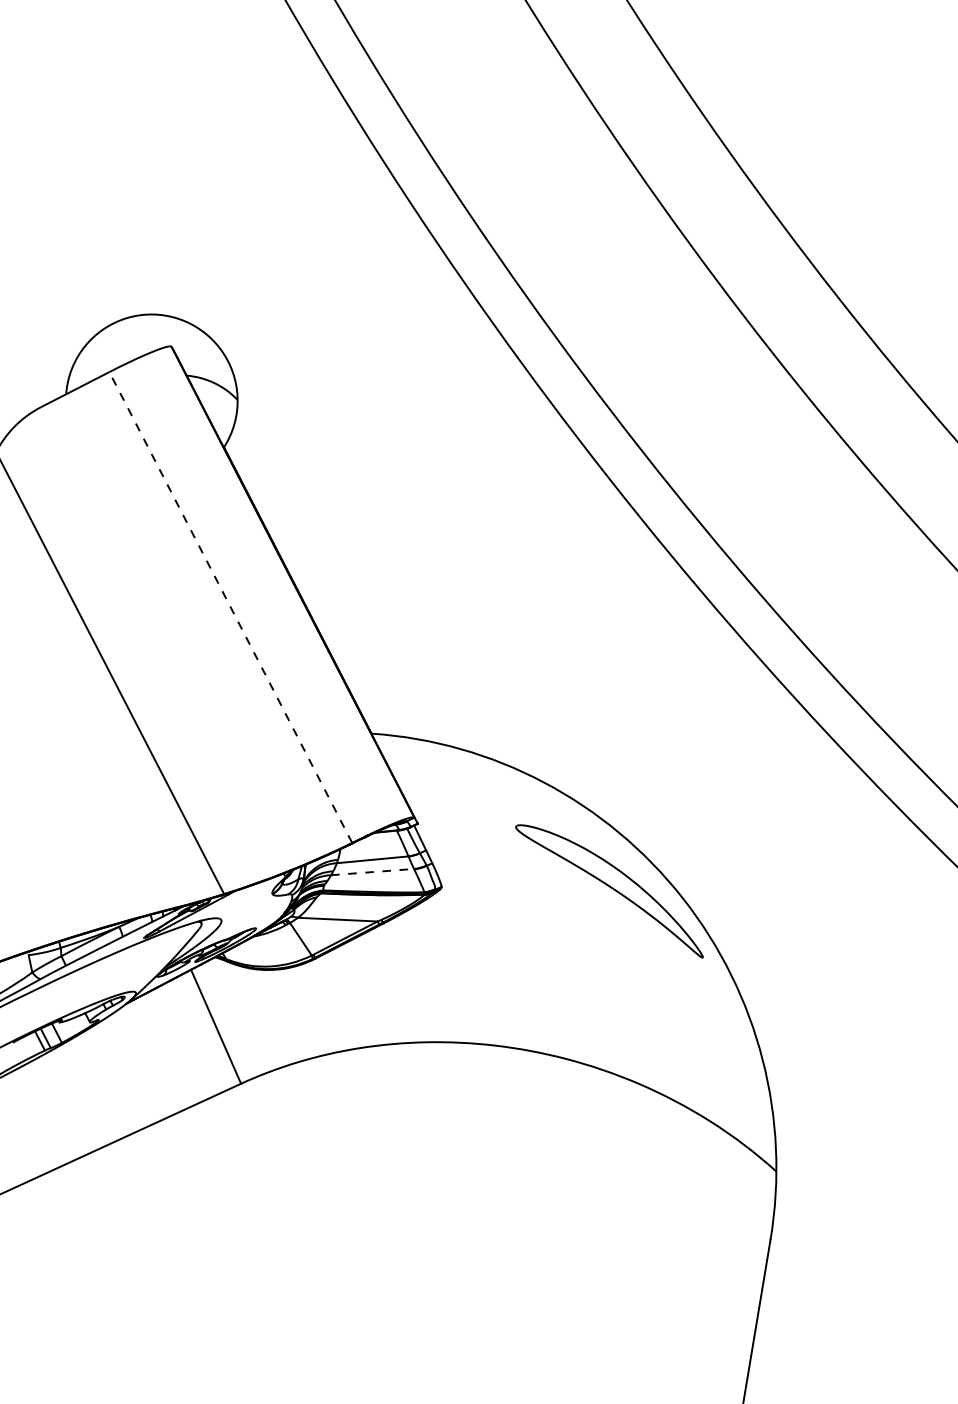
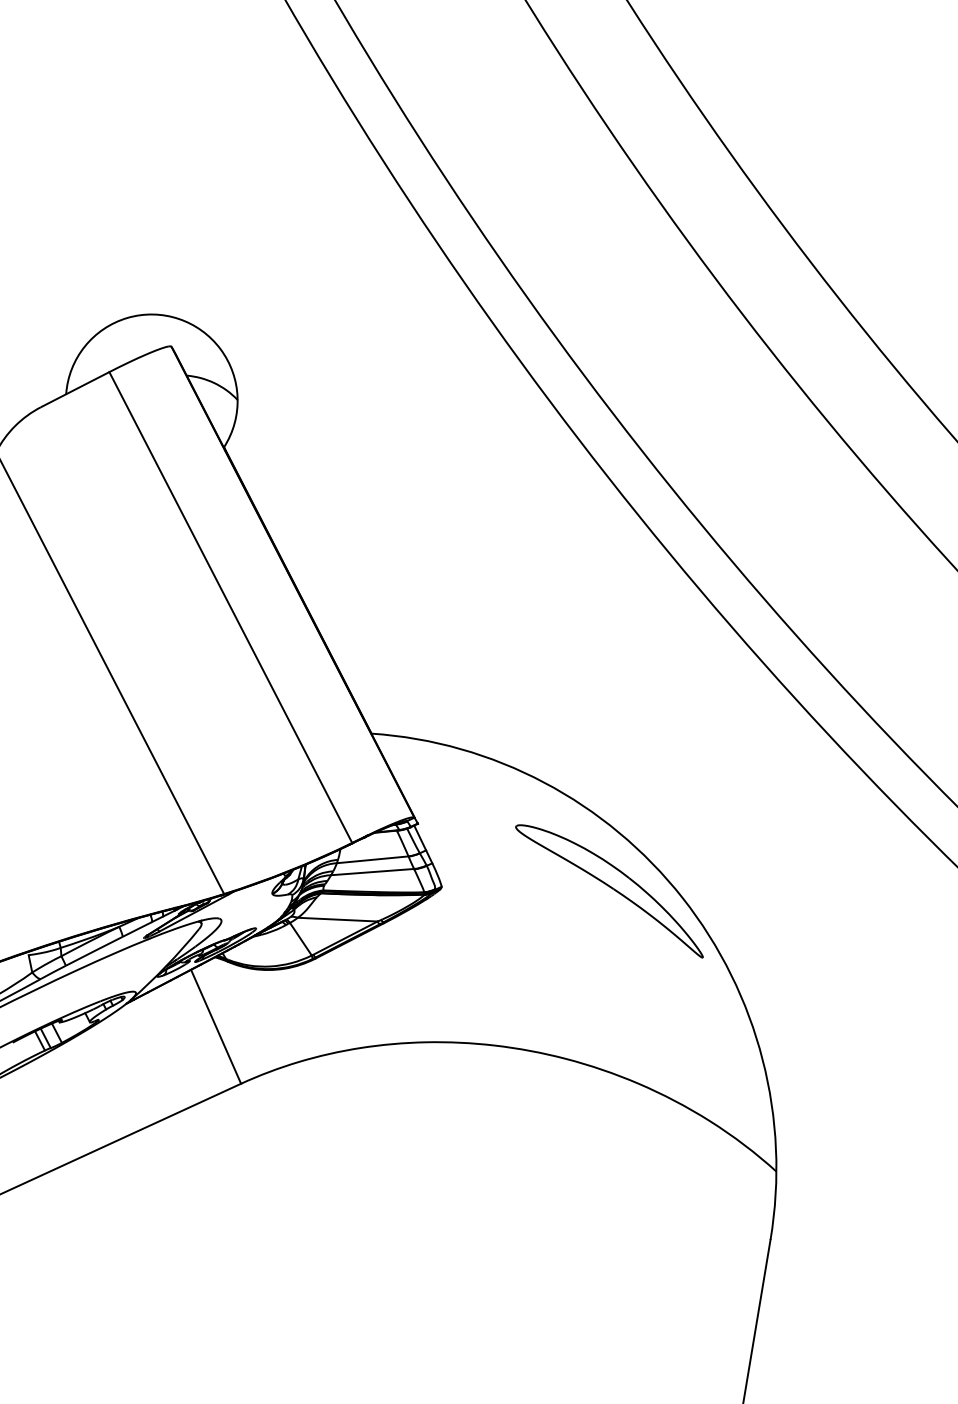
line at (230, 607): dashed -> solid
line at (372, 872): dashed -> solid
